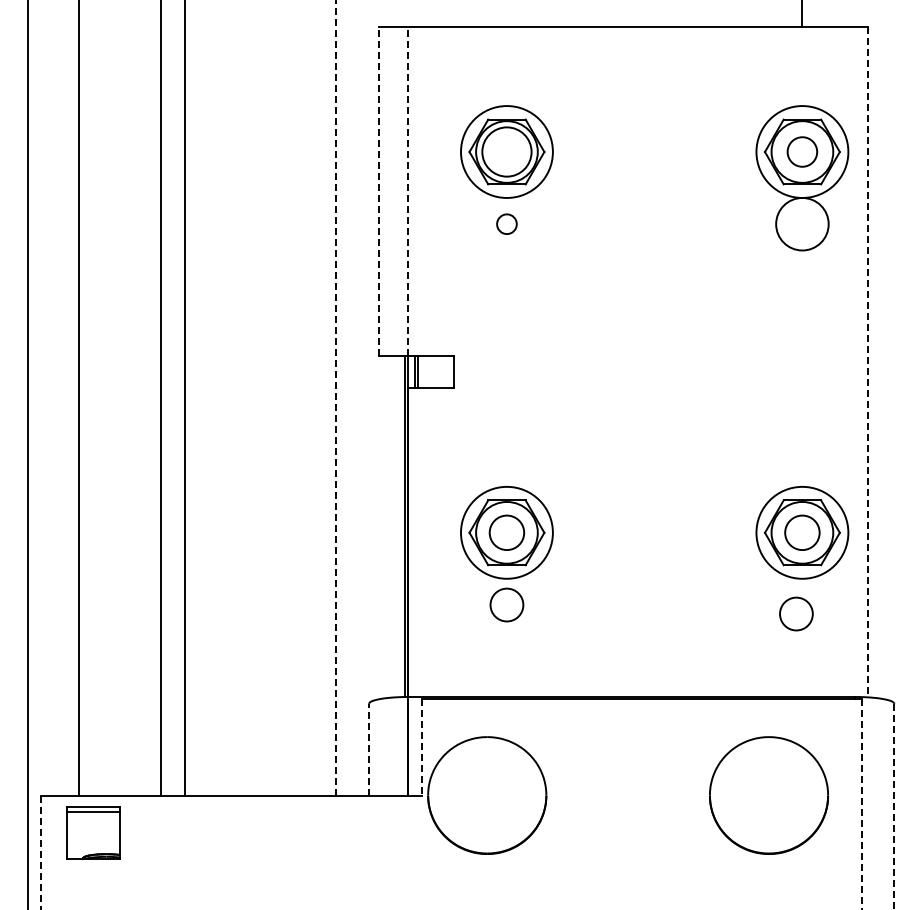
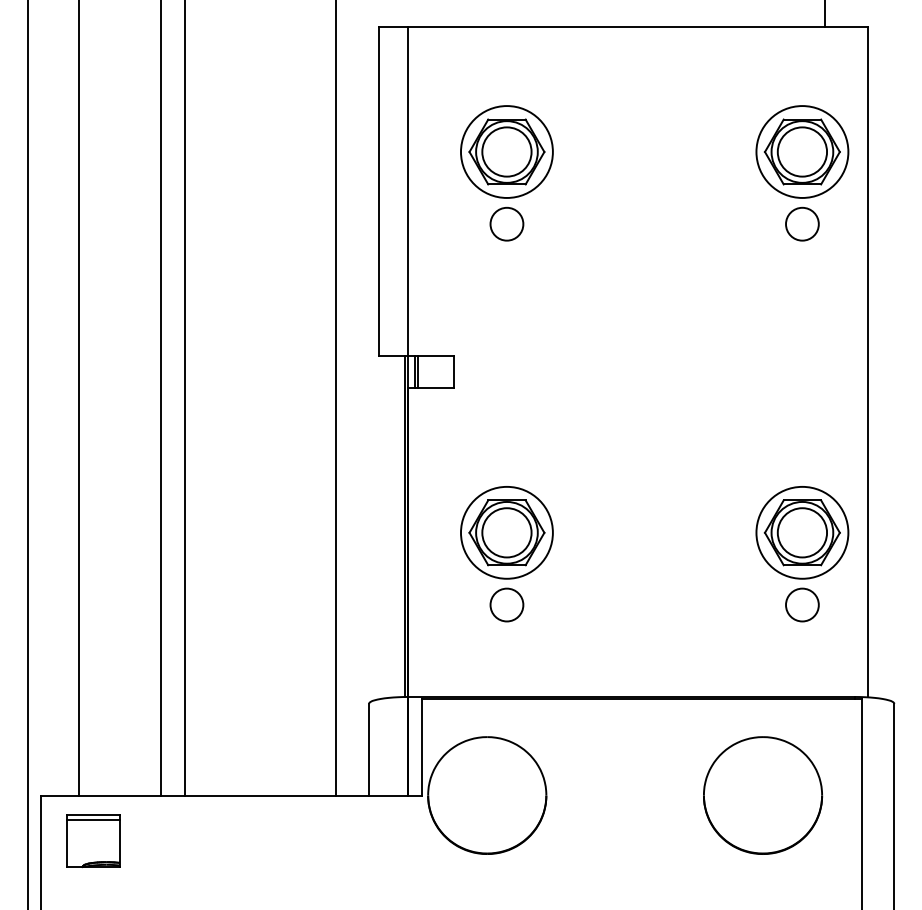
line at (802, 14) position: (802, 14) -> (825, 14)
circle at (802, 151) diameter: 30 px -> 49 px
line at (378, 190): dashed -> solid
line at (408, 190): dashed -> solid
circle at (802, 223) diameter: 53 px -> 33 px
circle at (506, 224) diameter: 20 px -> 33 px
line at (868, 362): dashed -> solid
line at (336, 398): dashed -> solid
circle at (506, 532) diameter: 34 px -> 49 px
circle at (802, 532) diameter: 34 px -> 49 px
circle at (796, 613) position: (796, 613) -> (802, 604)
line at (421, 747): dashed -> solid
line at (369, 749): dashed -> solid
part at (769, 795) position: (769, 795) -> (763, 795)
line at (861, 804): dashed -> solid
line at (894, 806): dashed -> solid
part at (93, 833) position: (93, 833) -> (93, 841)
line at (40, 852): dashed -> solid
